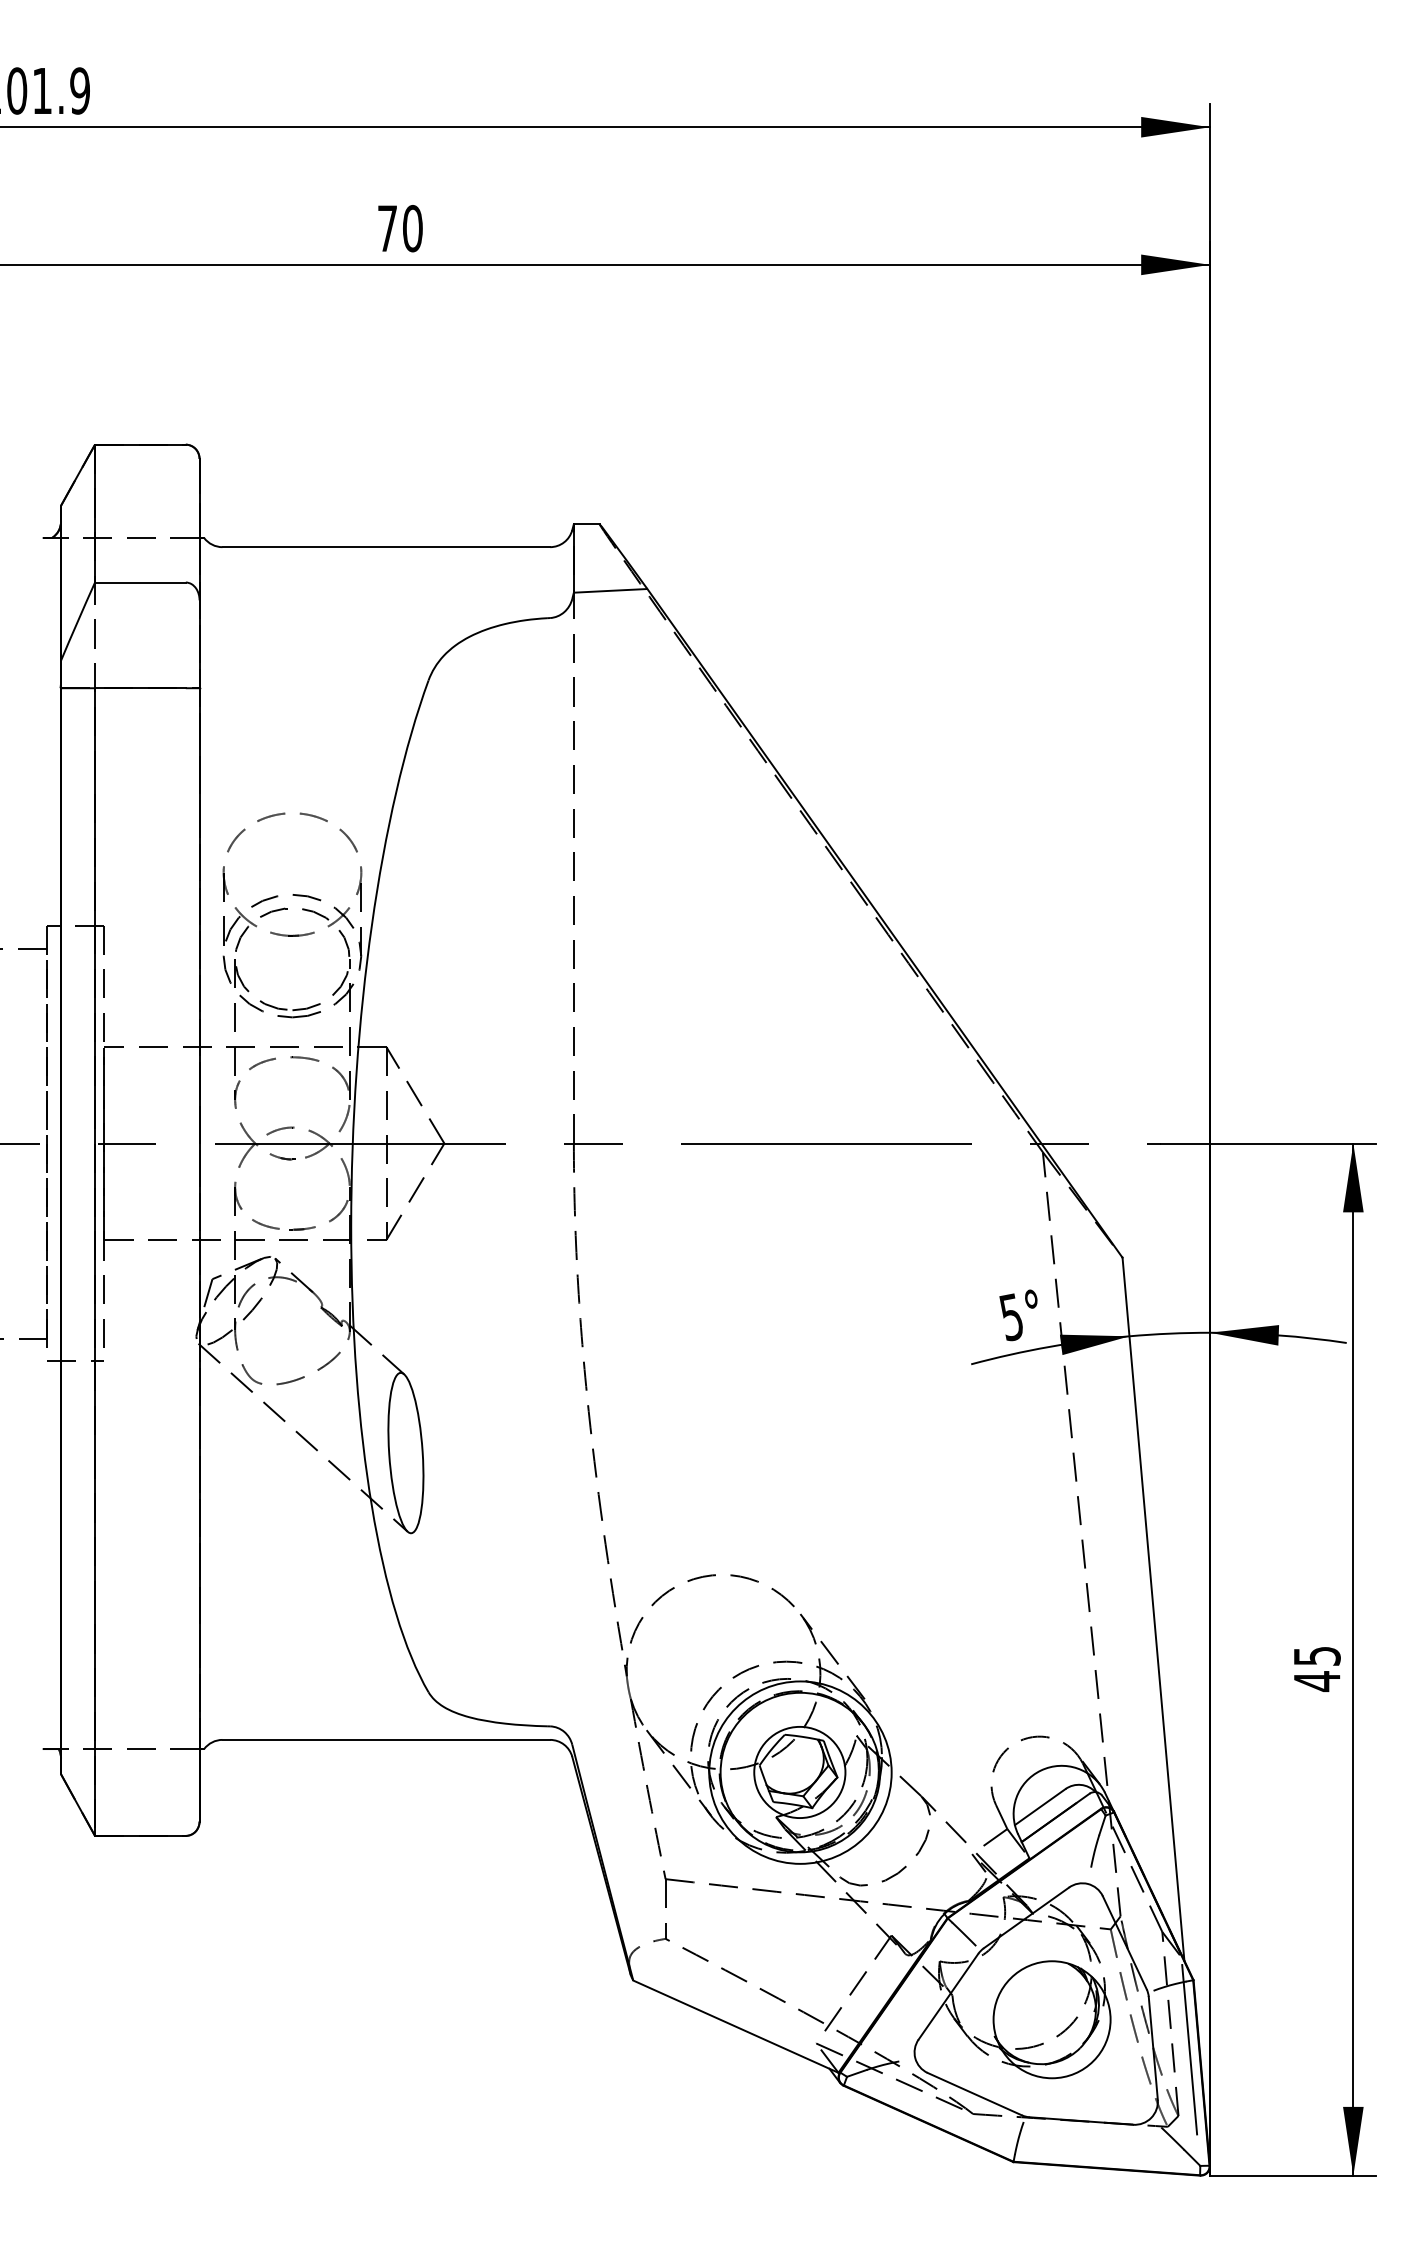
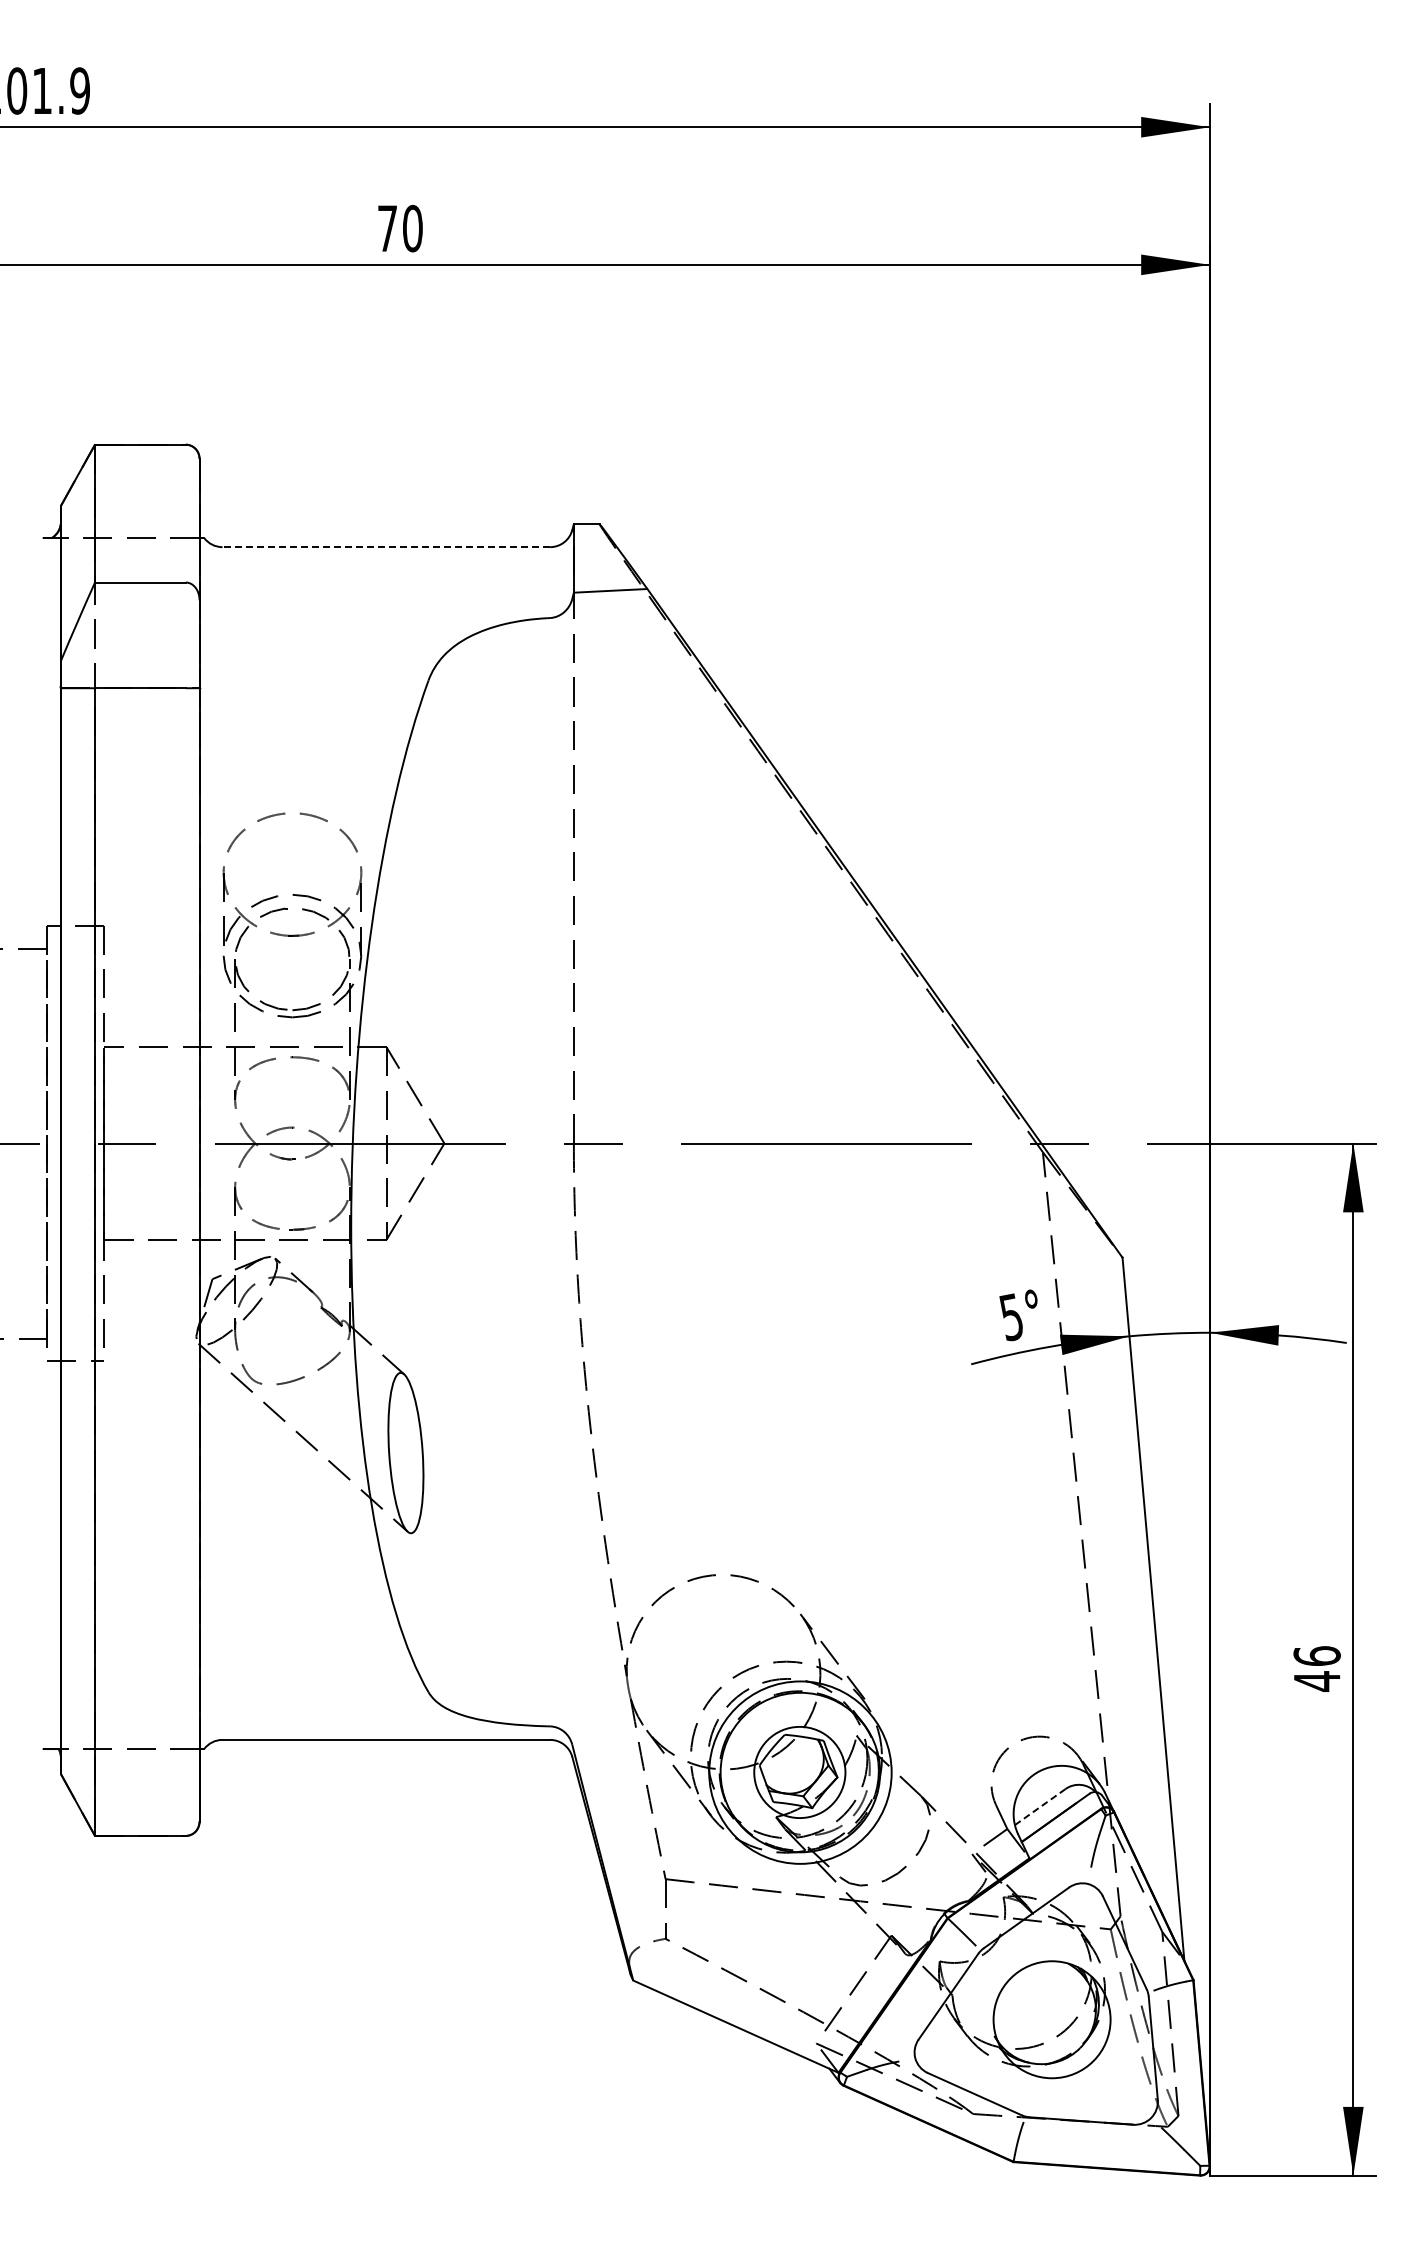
line at (386, 547): solid -> dashed
text at (1316, 1655): 45 -> 46
line at (1039, 1807): solid -> dashed
line at (1189, 2049): present -> none
